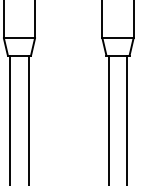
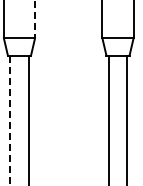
line at (35, 19): solid -> dashed
line at (10, 120): solid -> dashed
